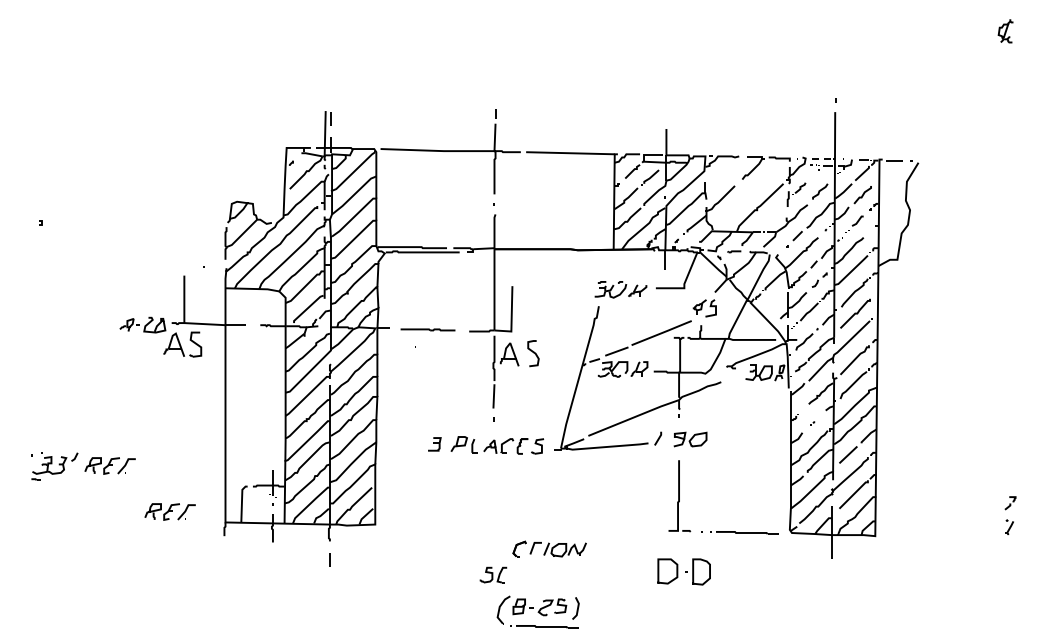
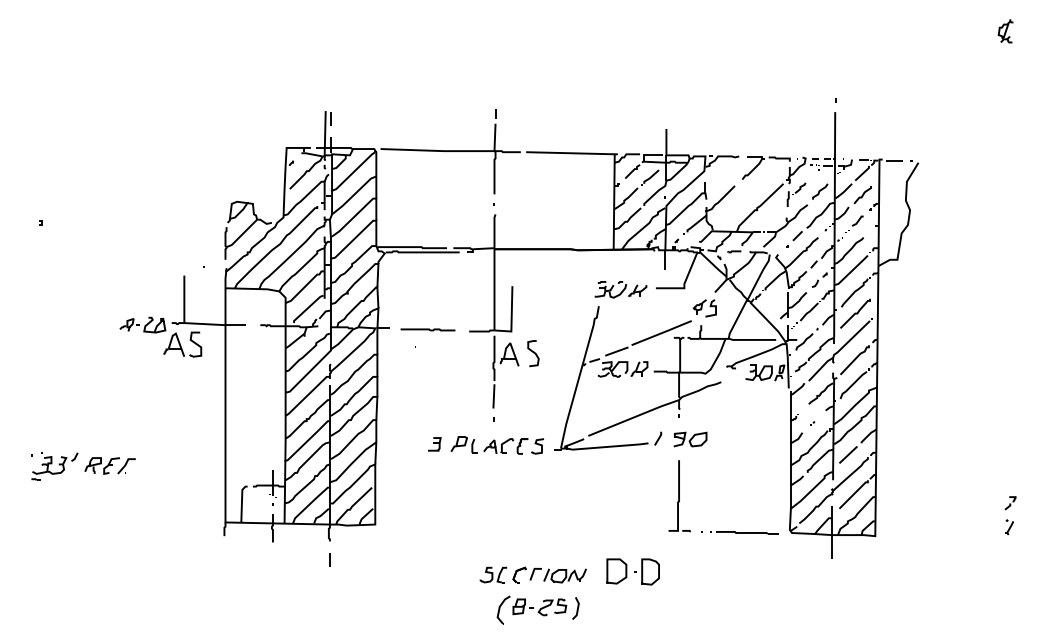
part at (169, 511): present -> none
part at (549, 548) position: (549, 548) -> (549, 574)
part at (683, 571) position: (683, 571) -> (632, 571)
line at (544, 626): present -> none
